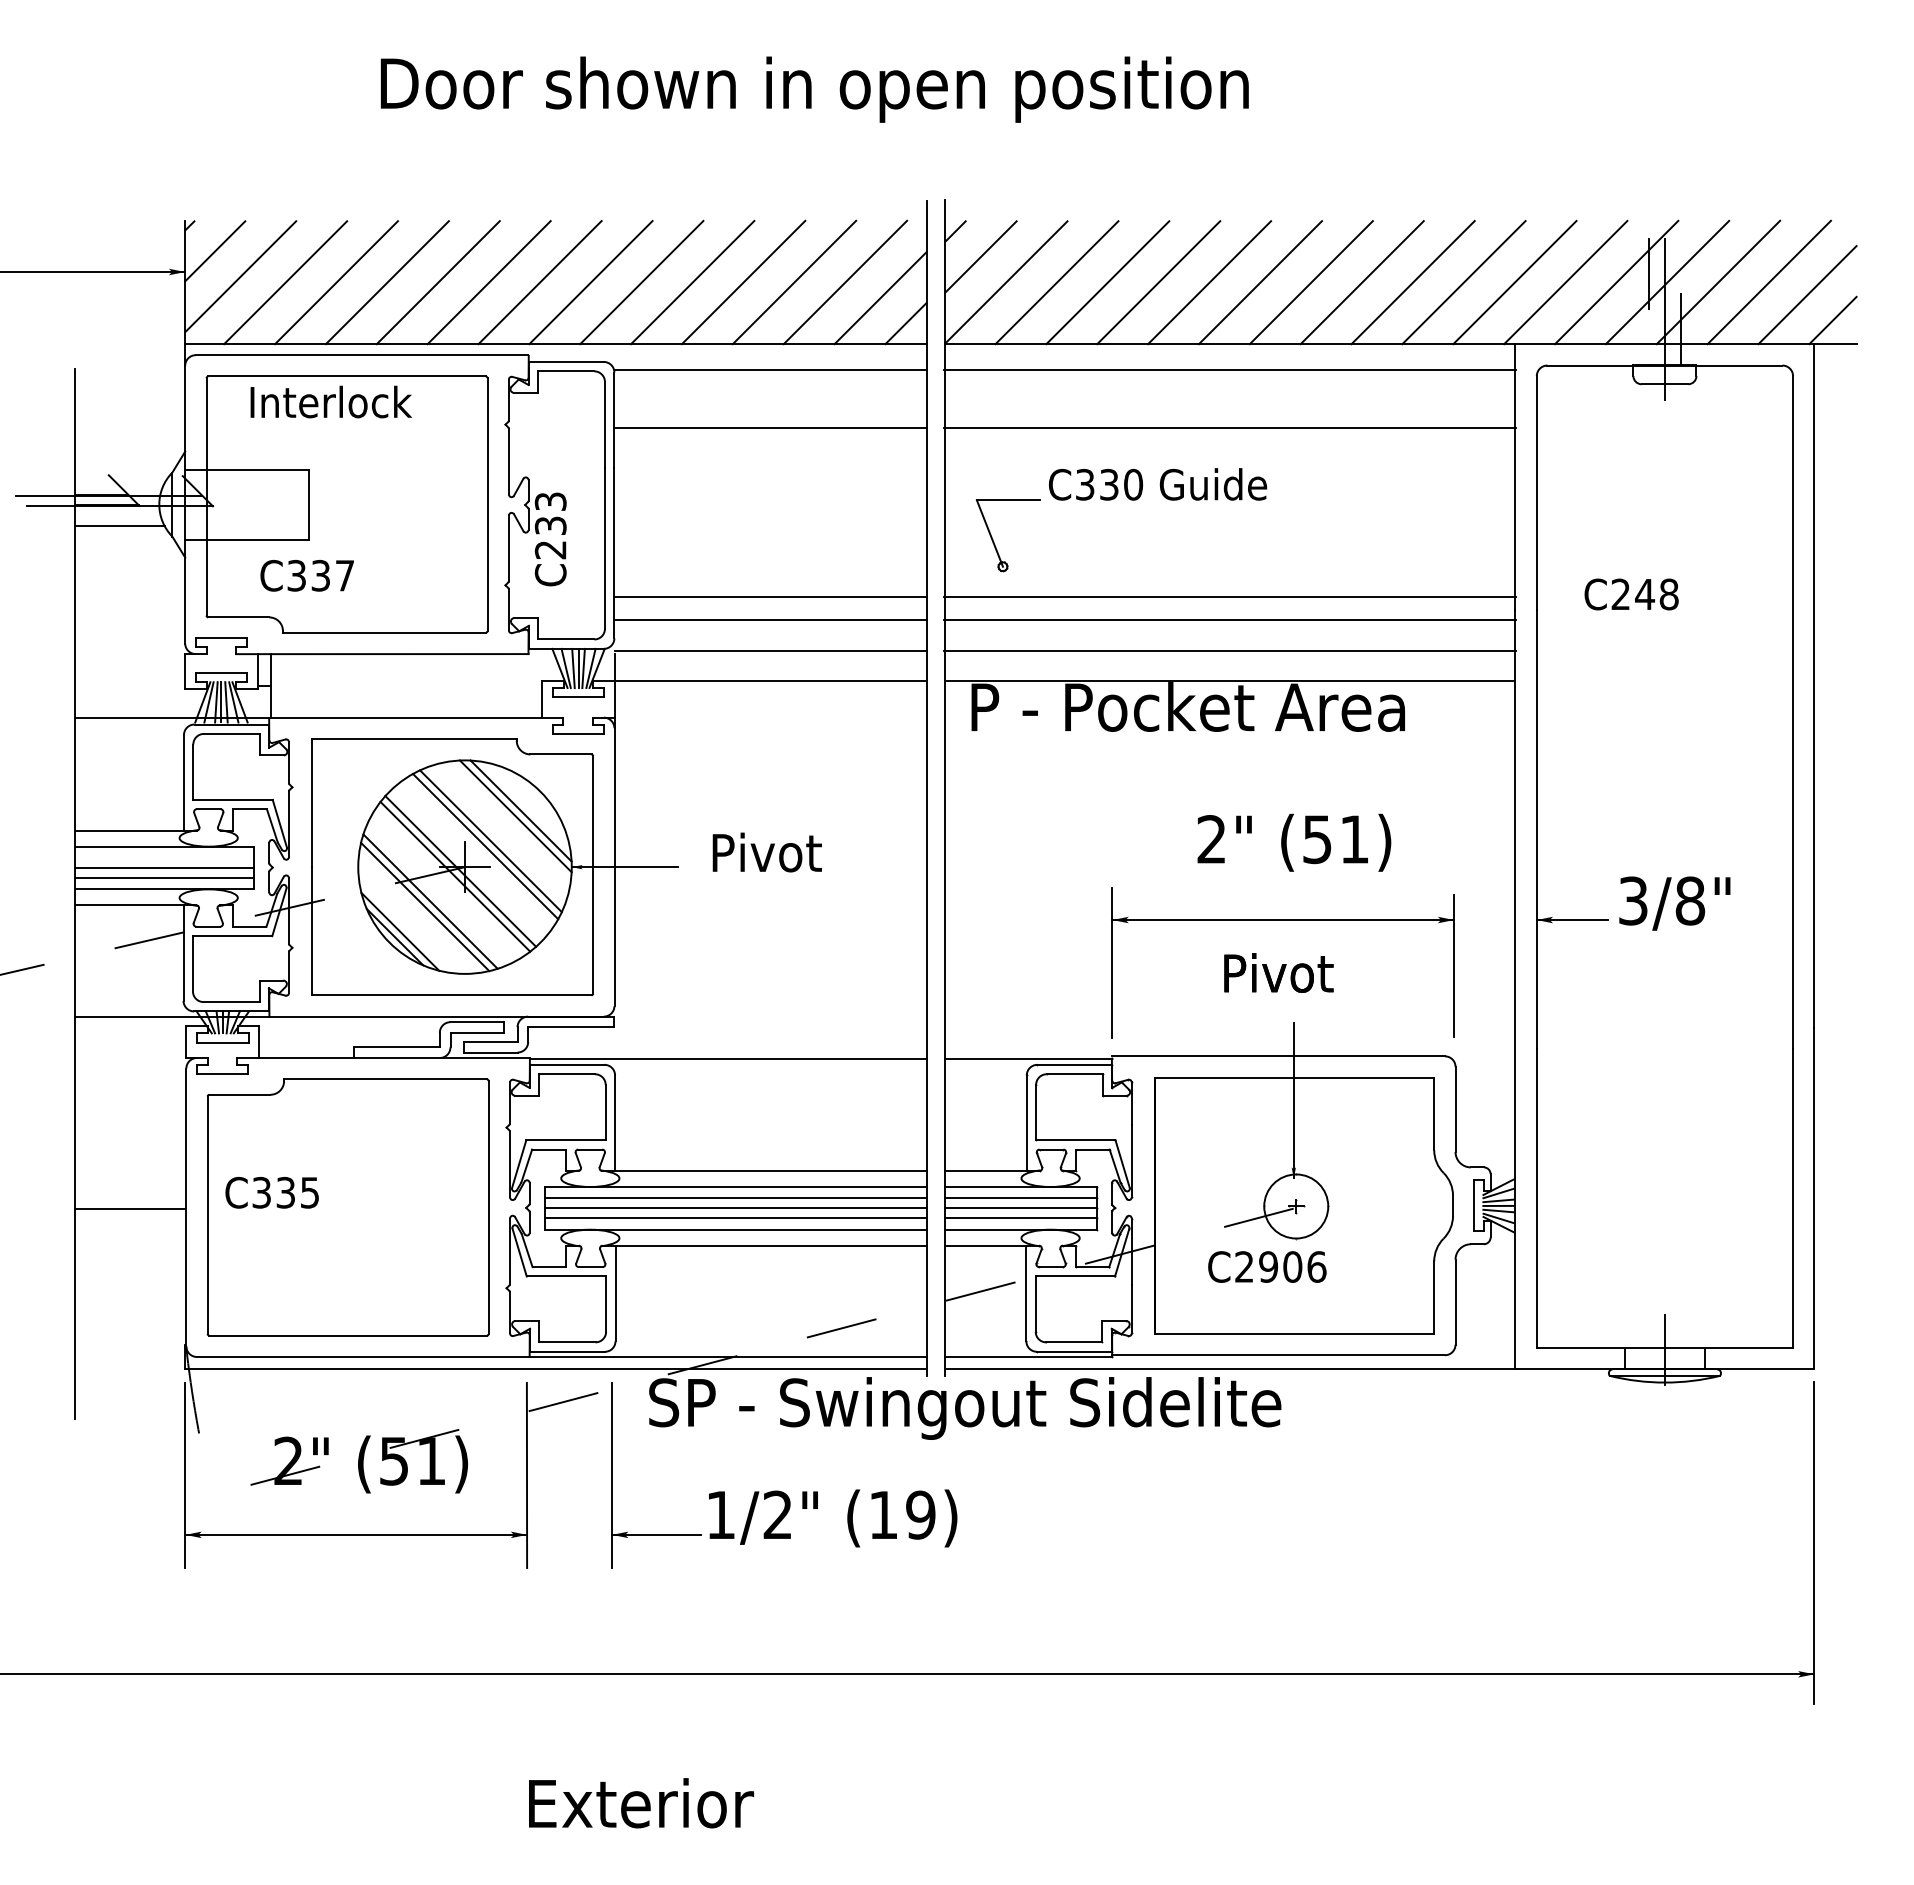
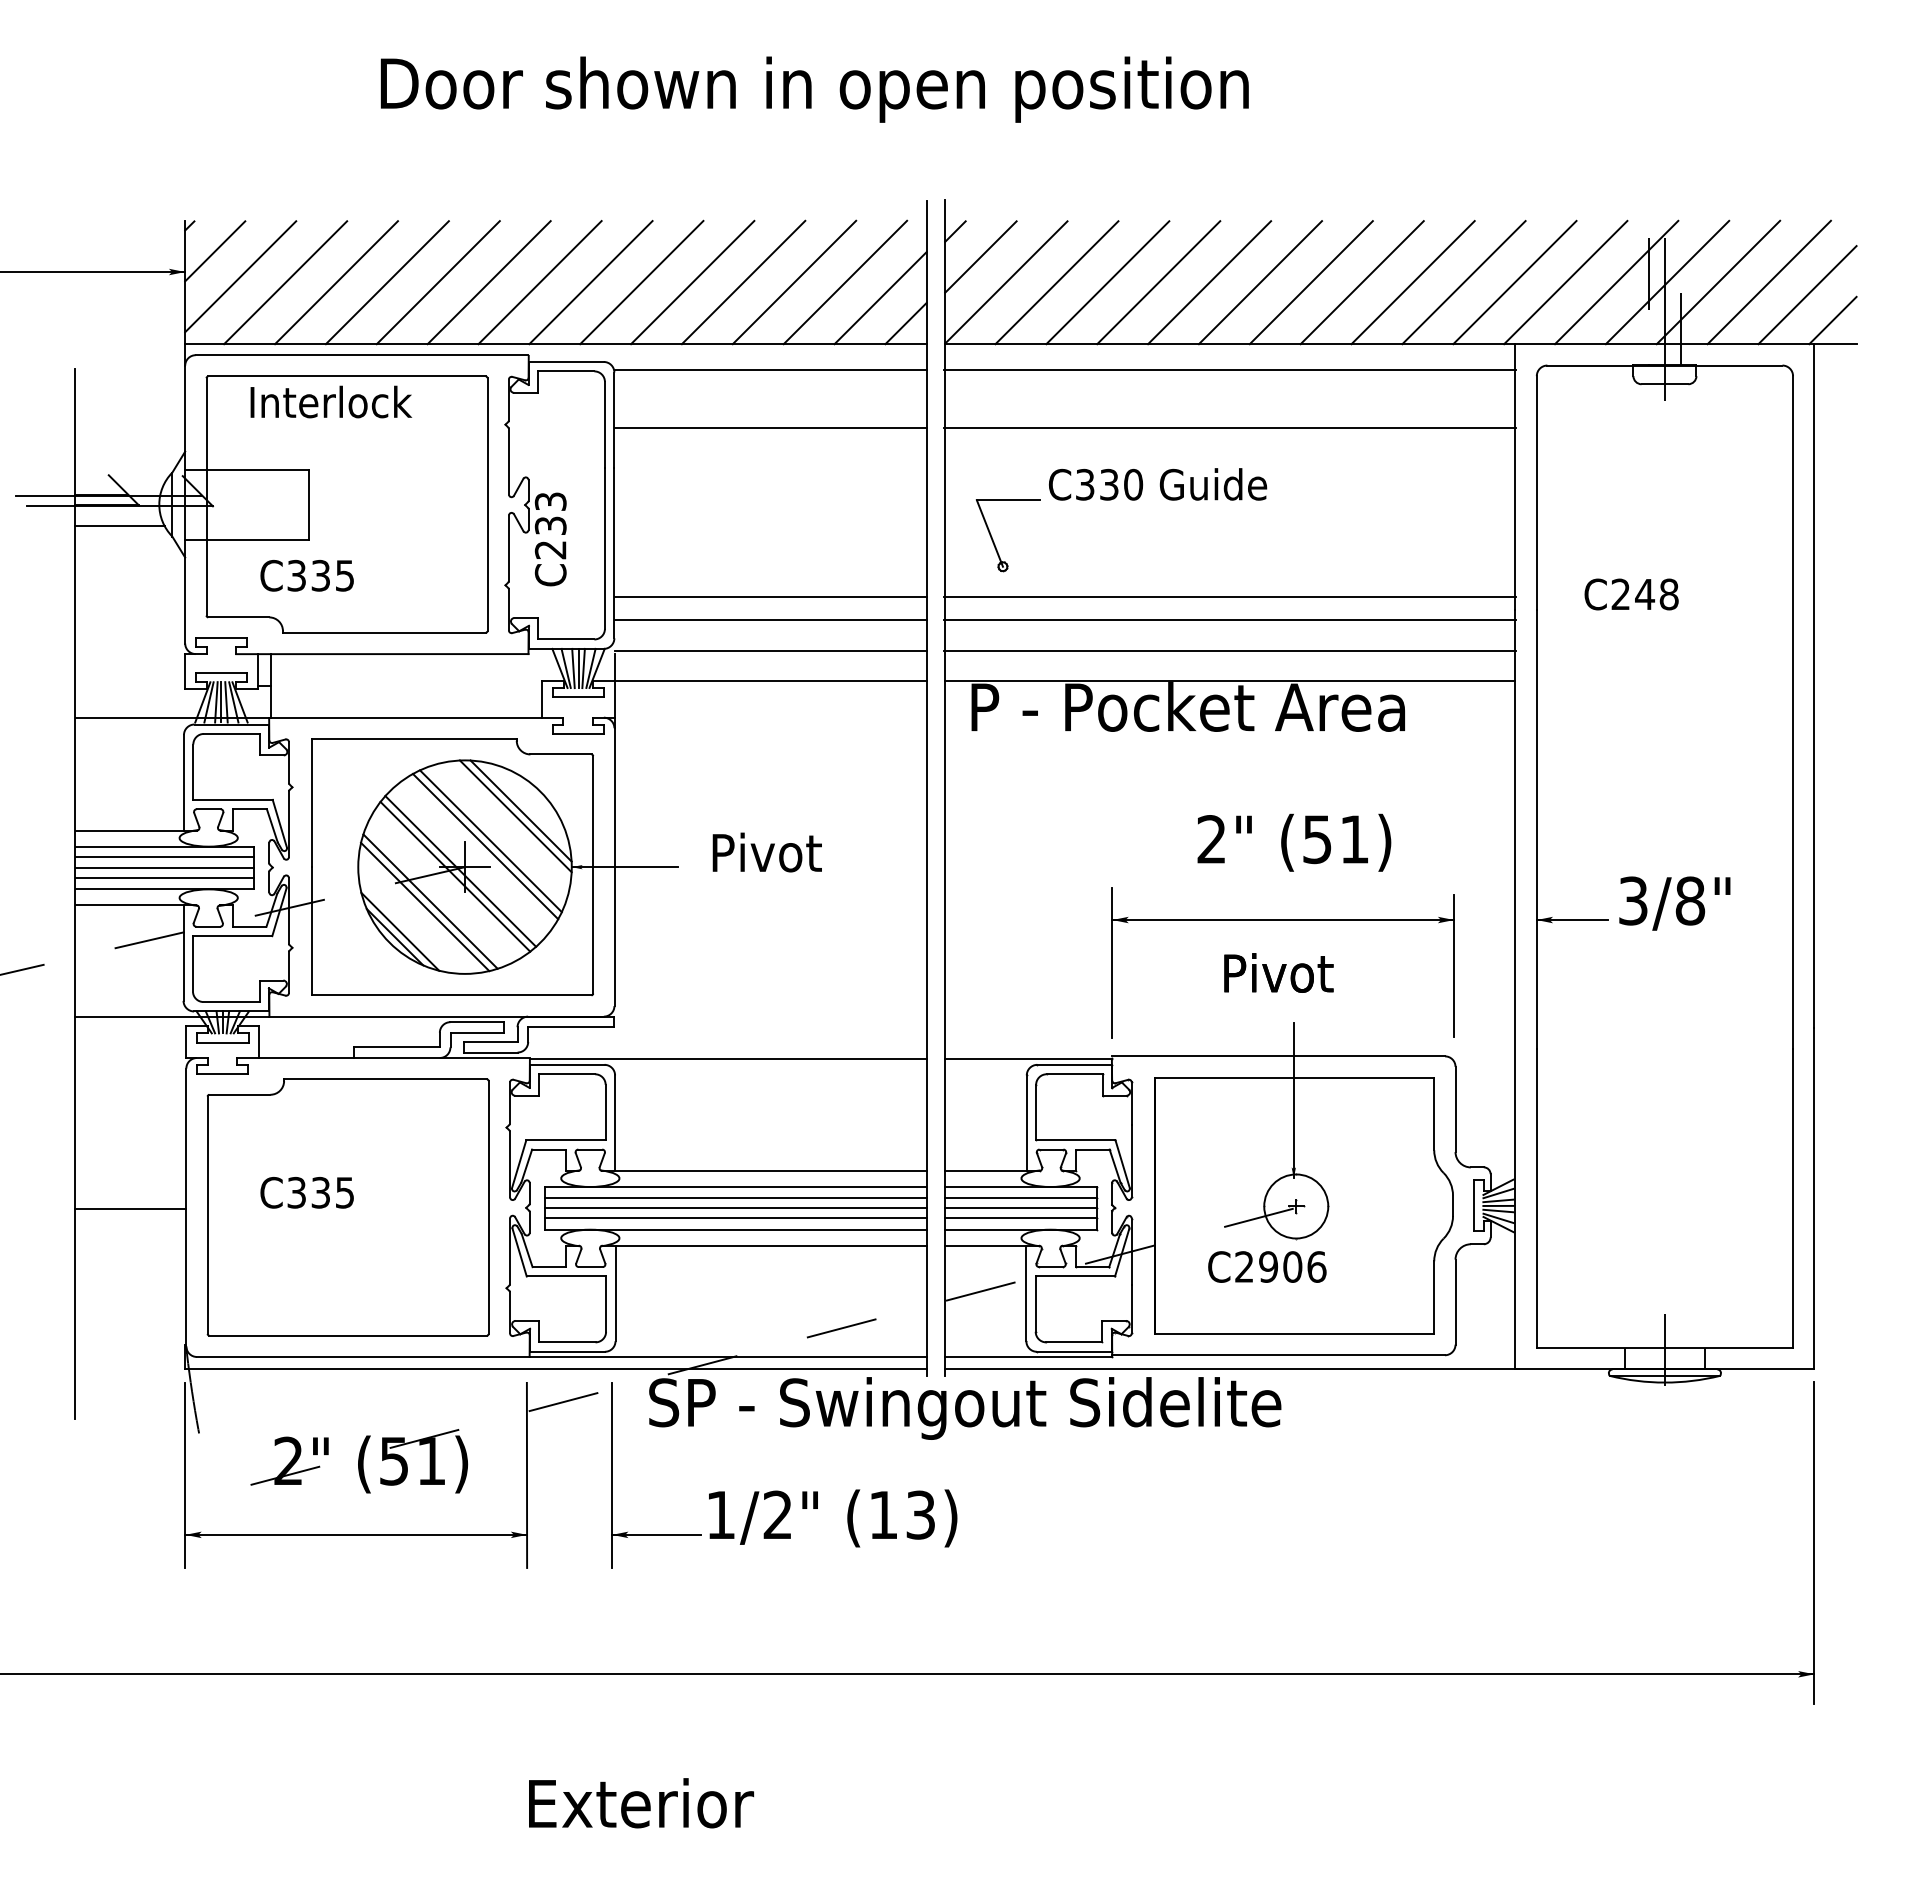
text at (344, 575): C337 -> C335
line at (164, 857): none -> present
text at (271, 1192) position: (271, 1192) -> (306, 1192)
text at (920, 1514): (19) -> (13)
